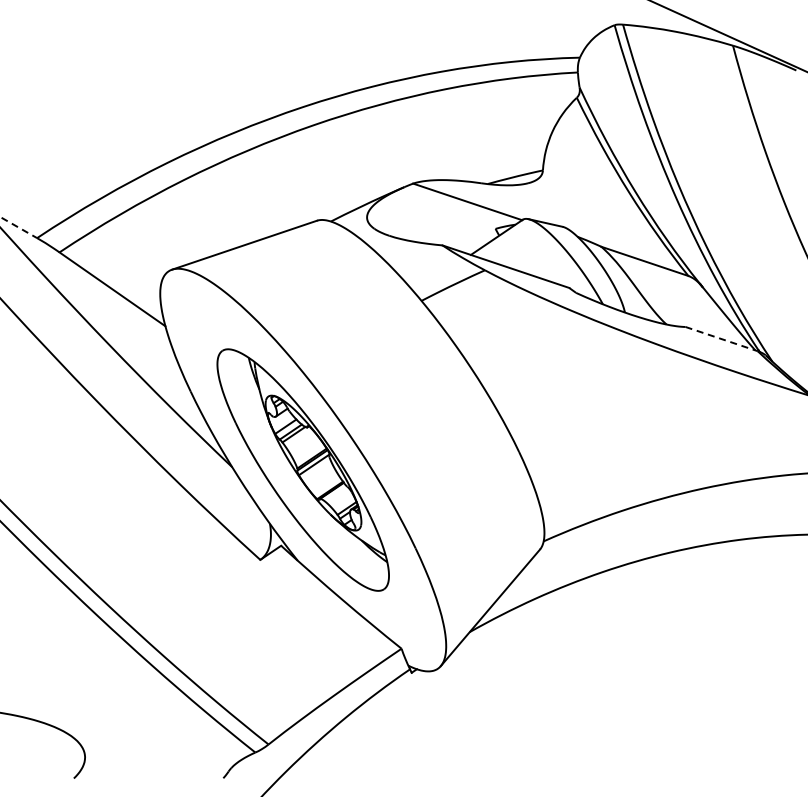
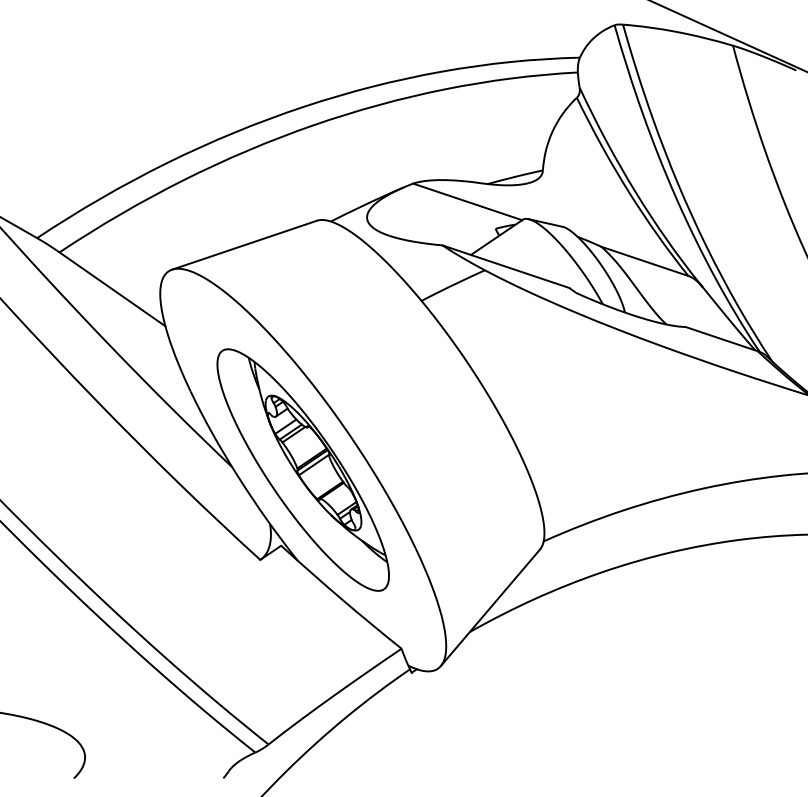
line at (19, 227): dashed -> solid
line at (722, 339): dashed -> solid
